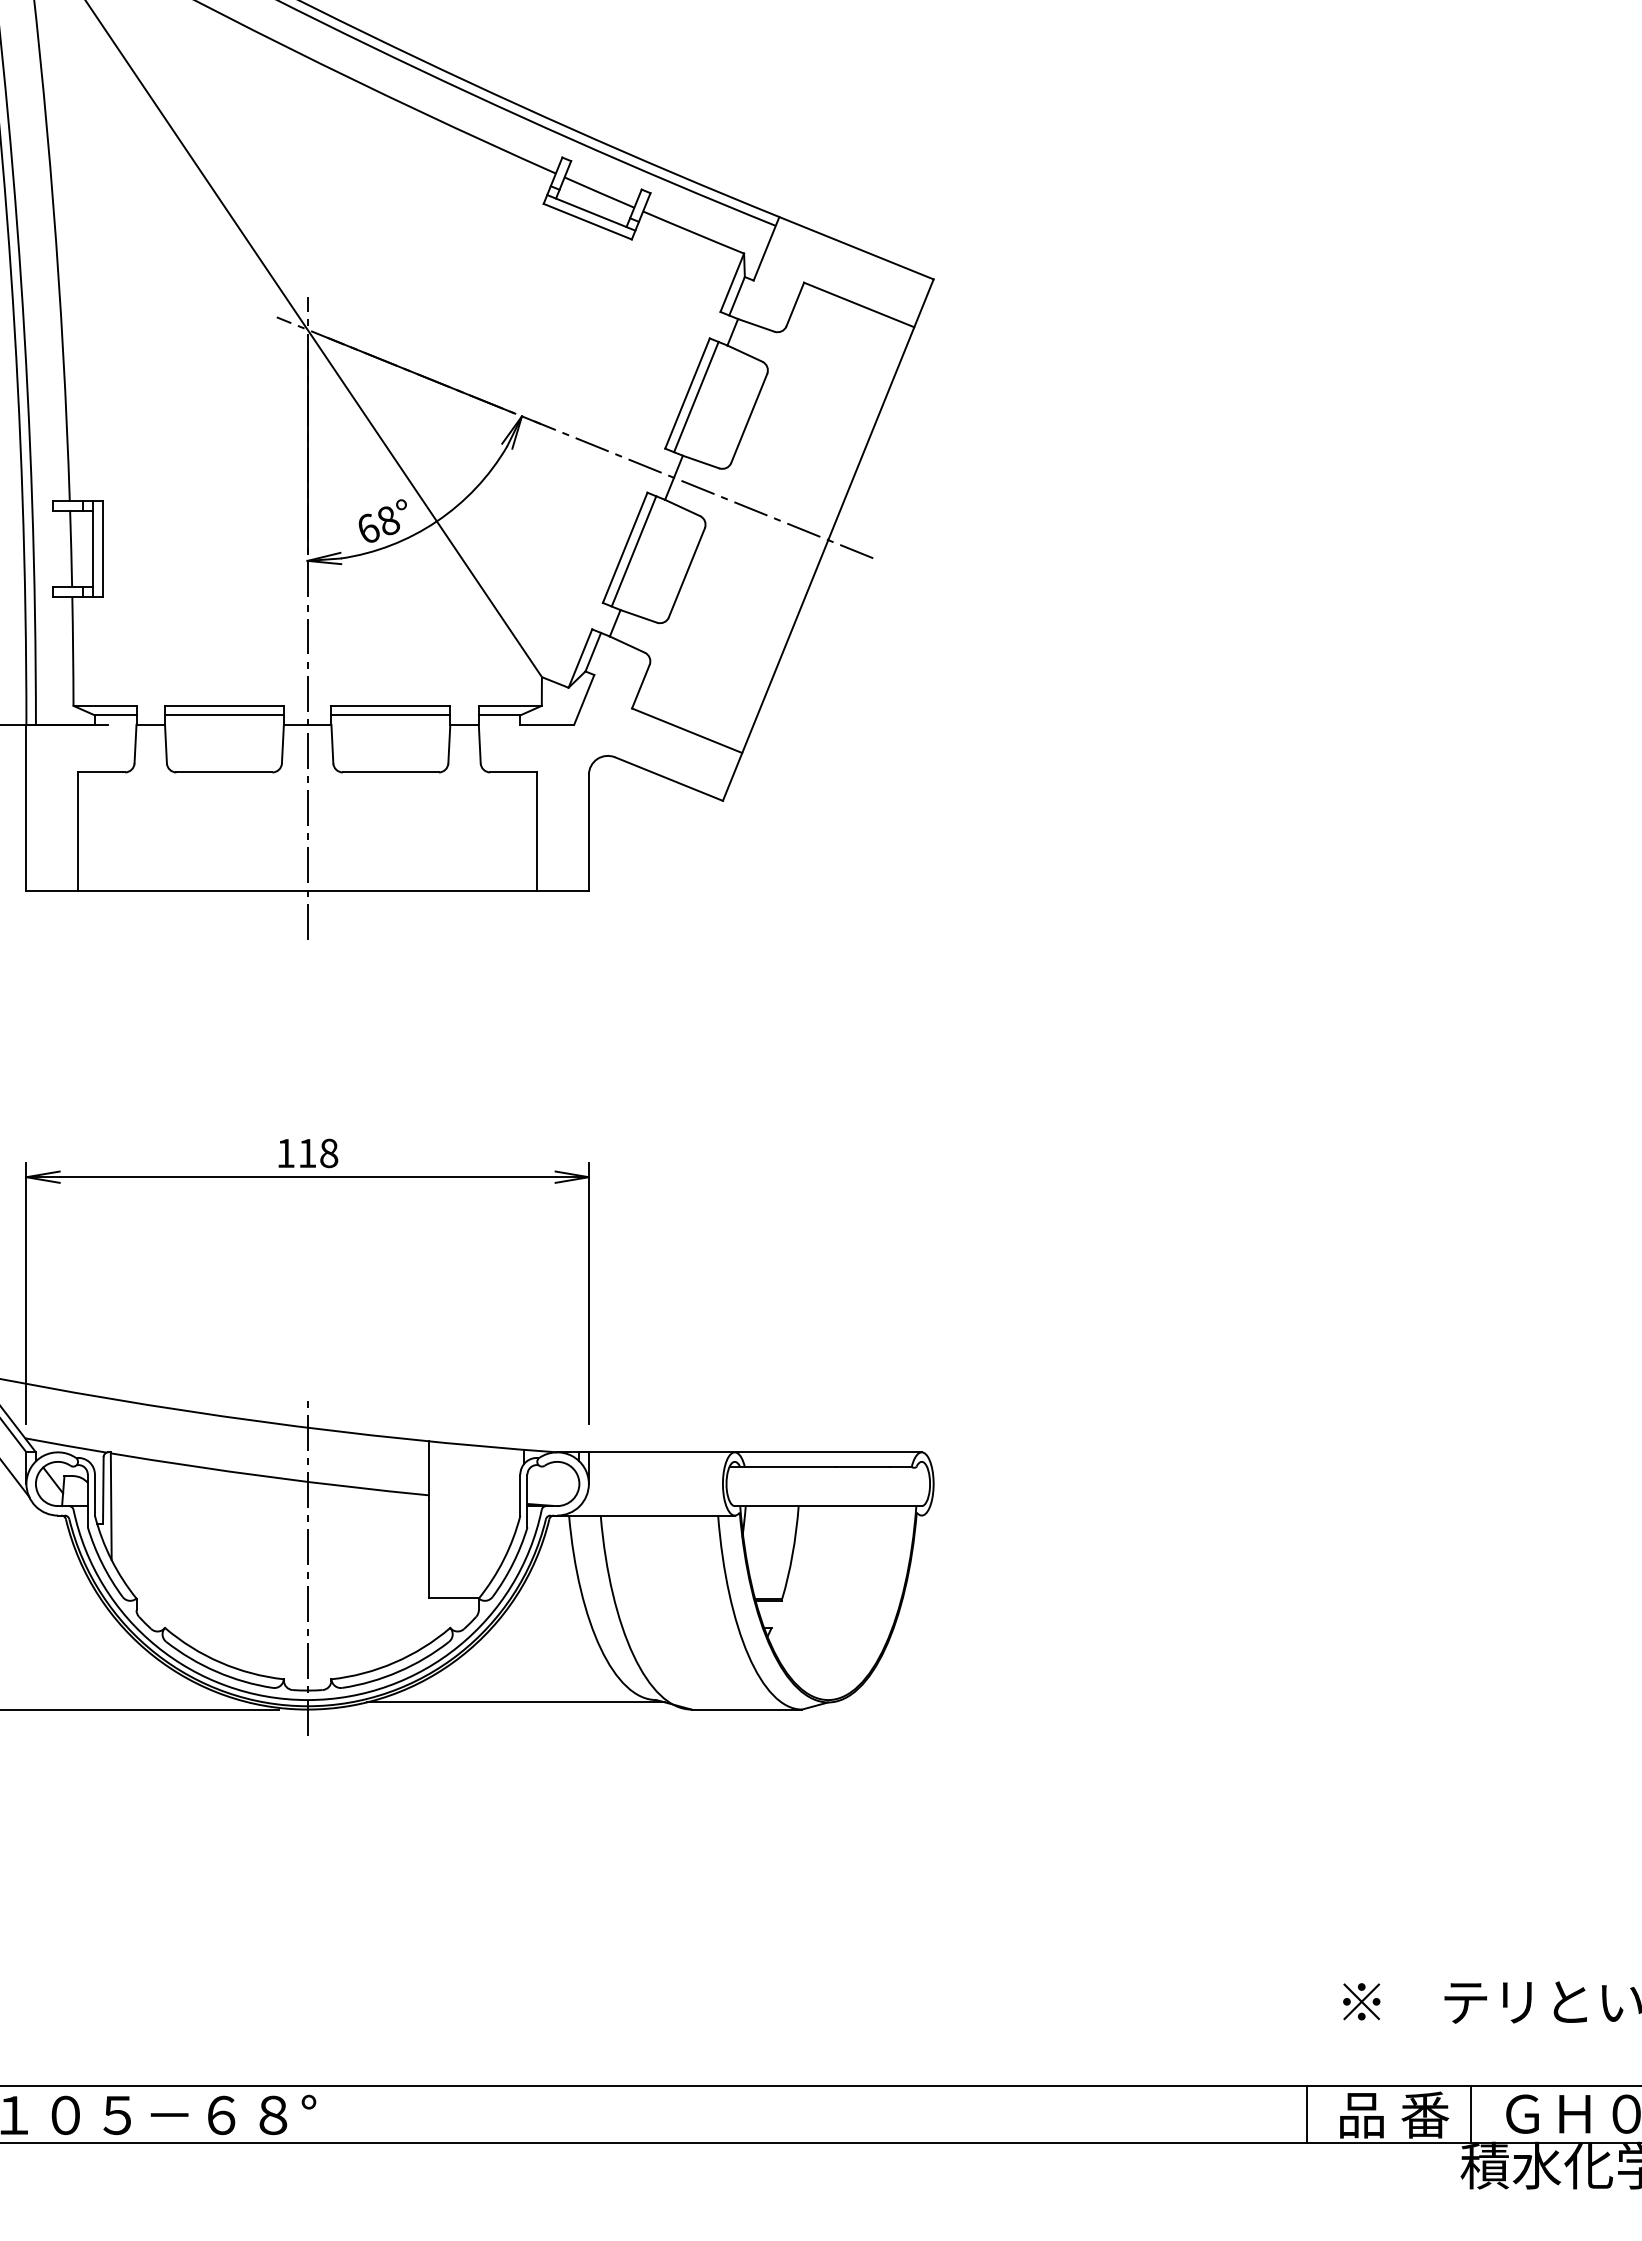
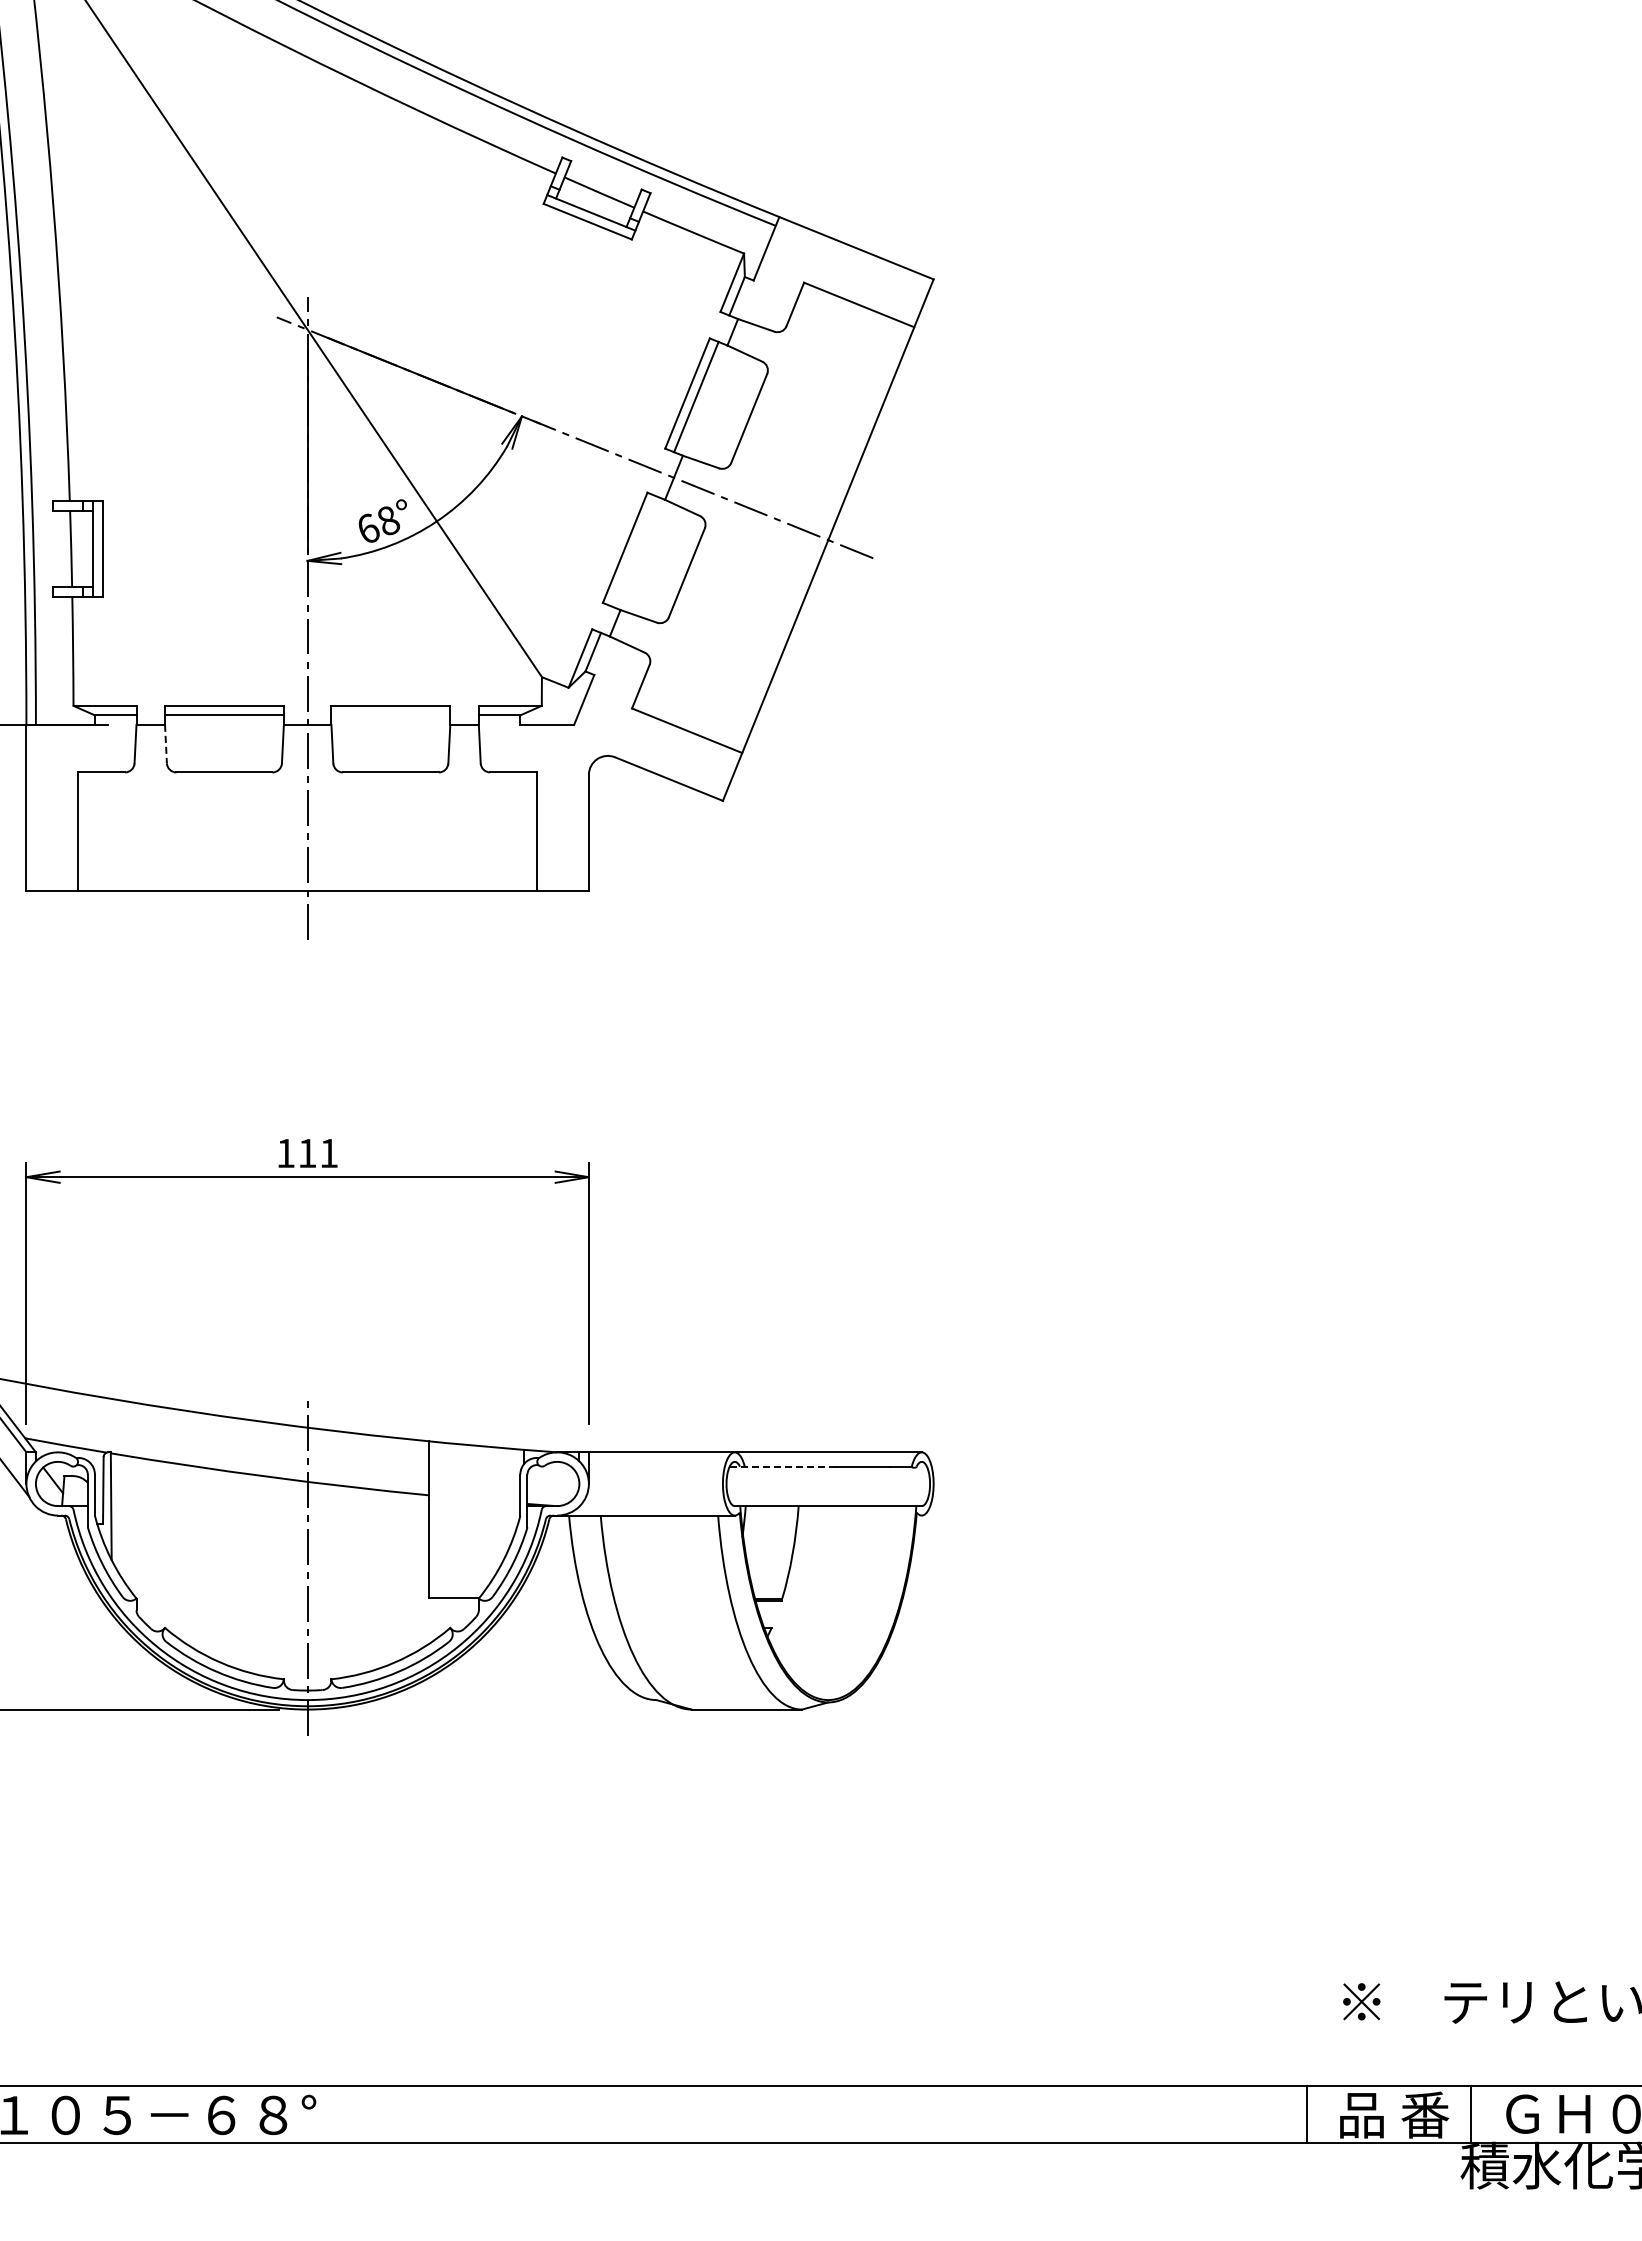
line at (633, 551): present -> none
line at (390, 715): present -> none
line at (166, 744): solid -> dashed
text at (329, 1153): 118 -> 111
line at (783, 1466): solid -> dashed
line at (515, 1702): present -> none
